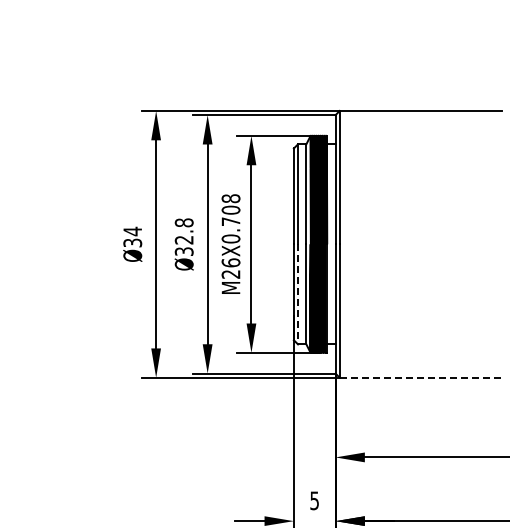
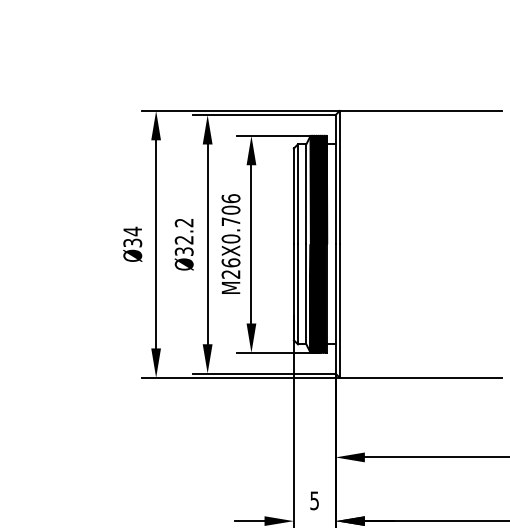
text at (230, 198): M26X0.708 -> M26X0.706
text at (183, 222): Ø32.8 -> Ø32.2
line at (298, 294): dashed -> solid
line at (421, 377): dashed -> solid
